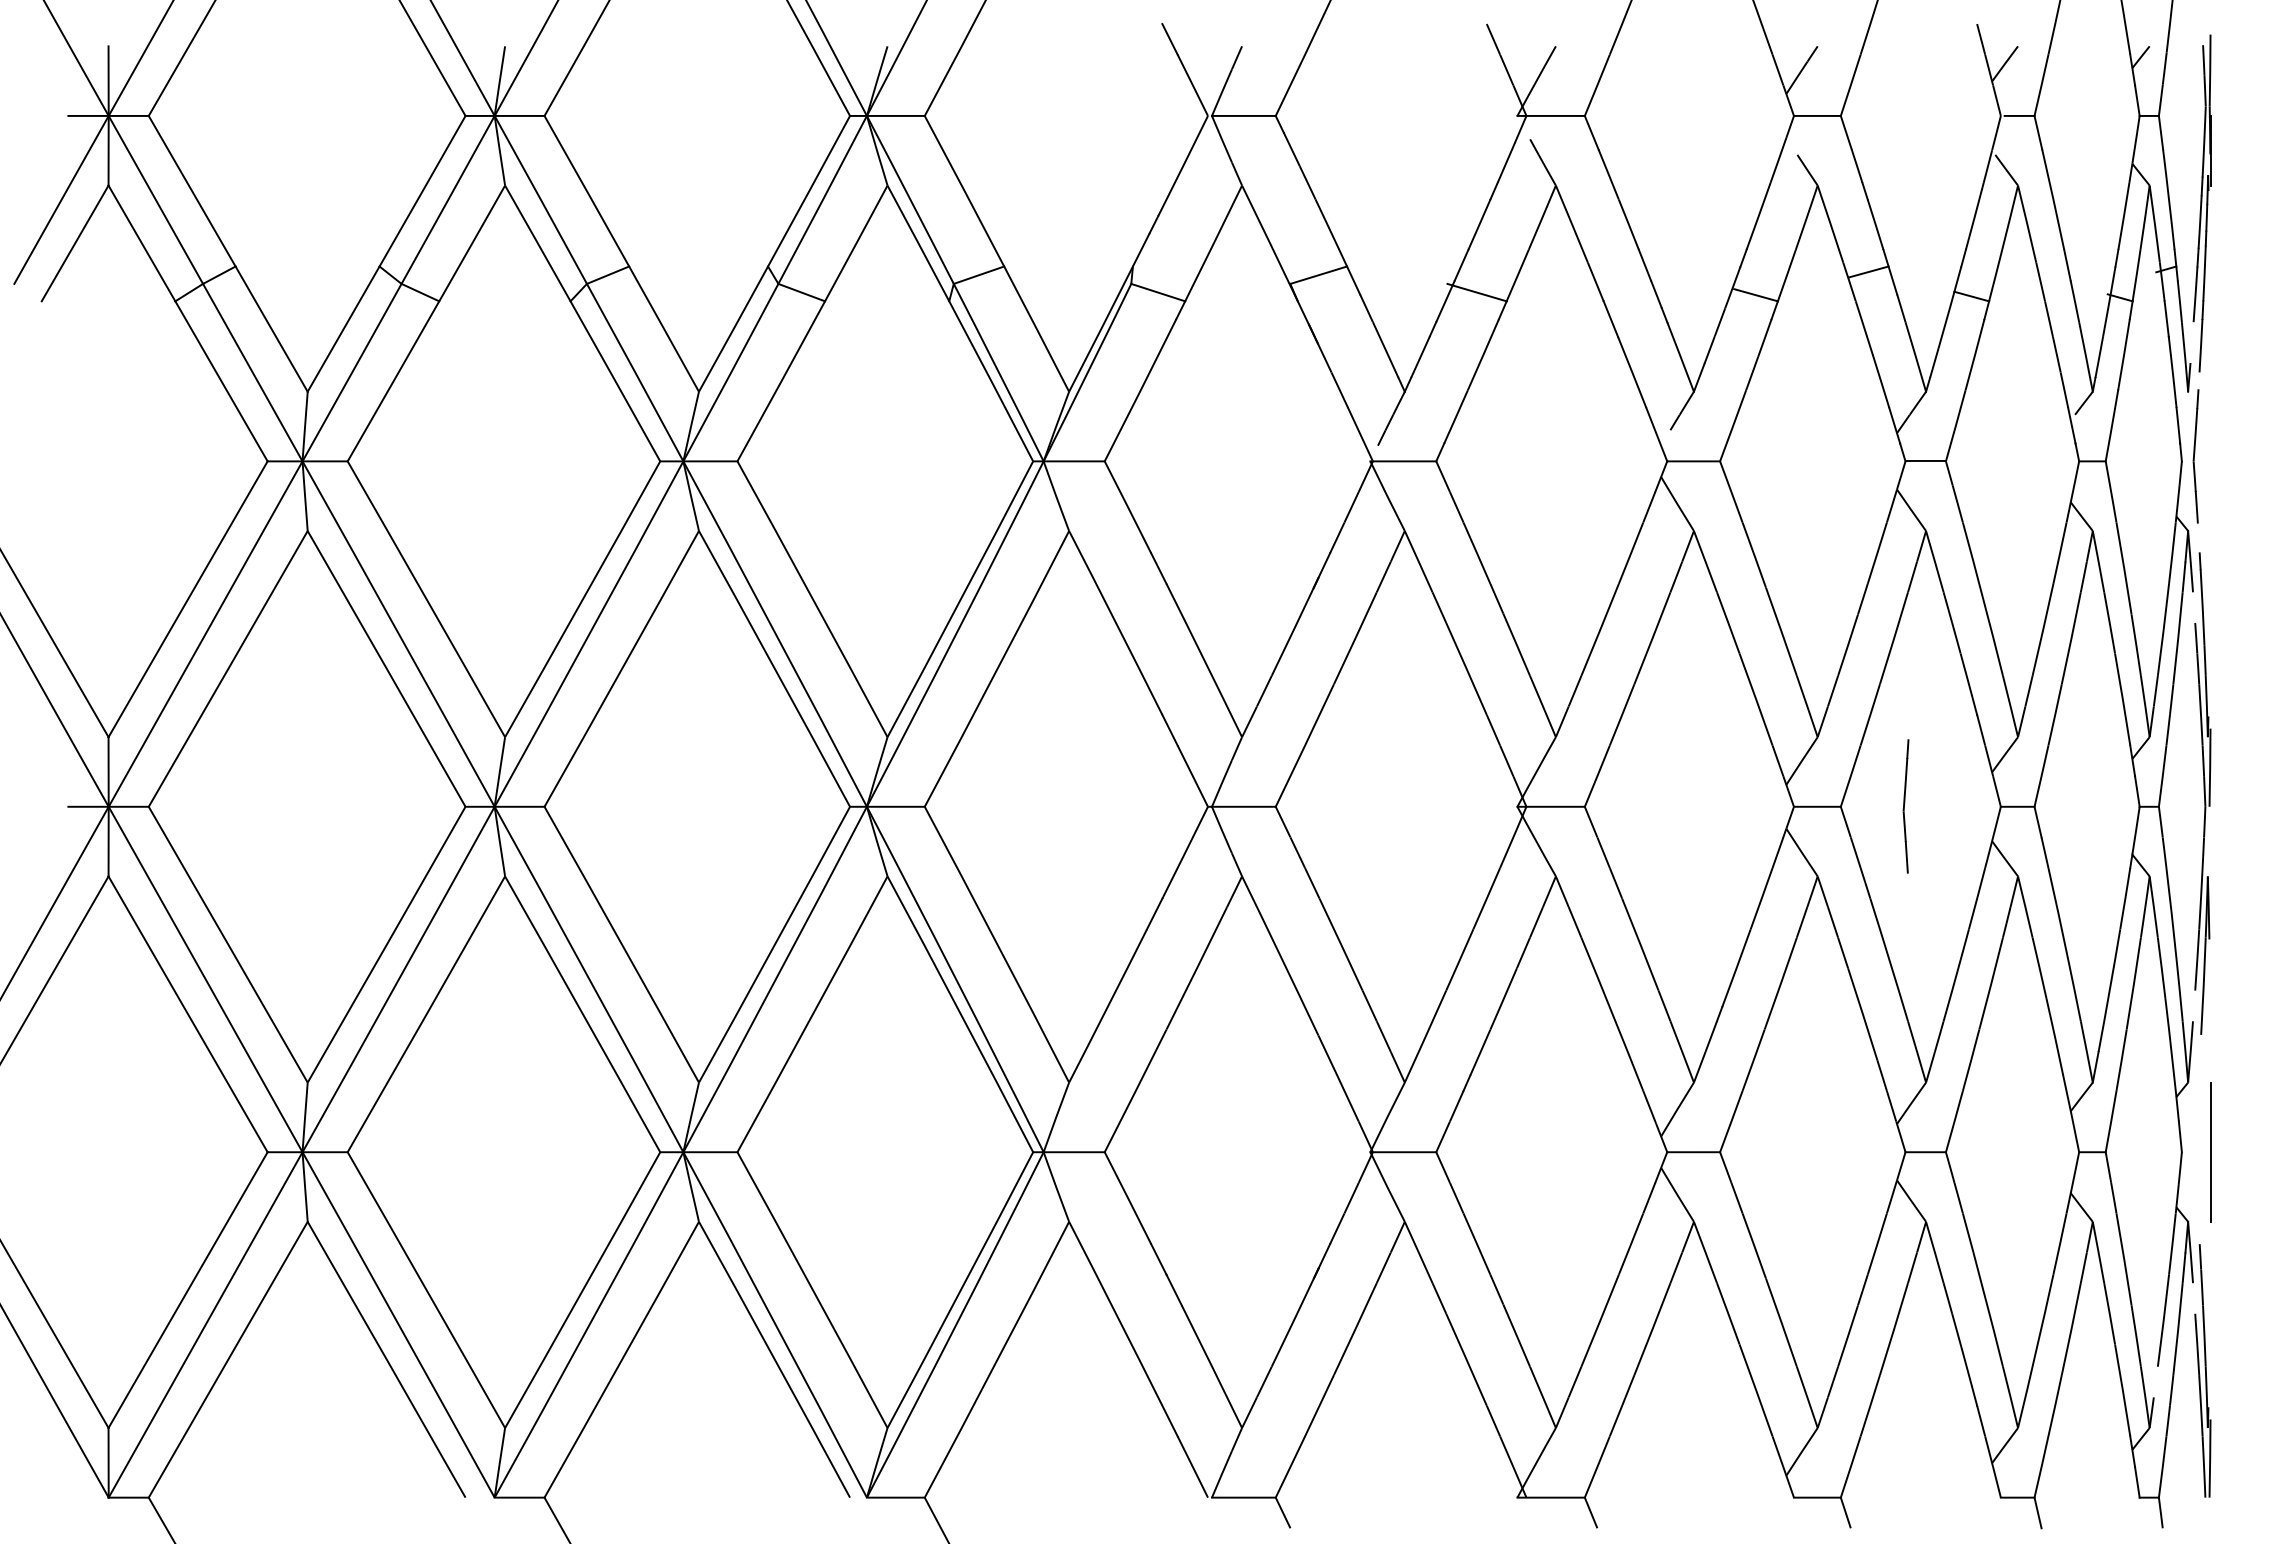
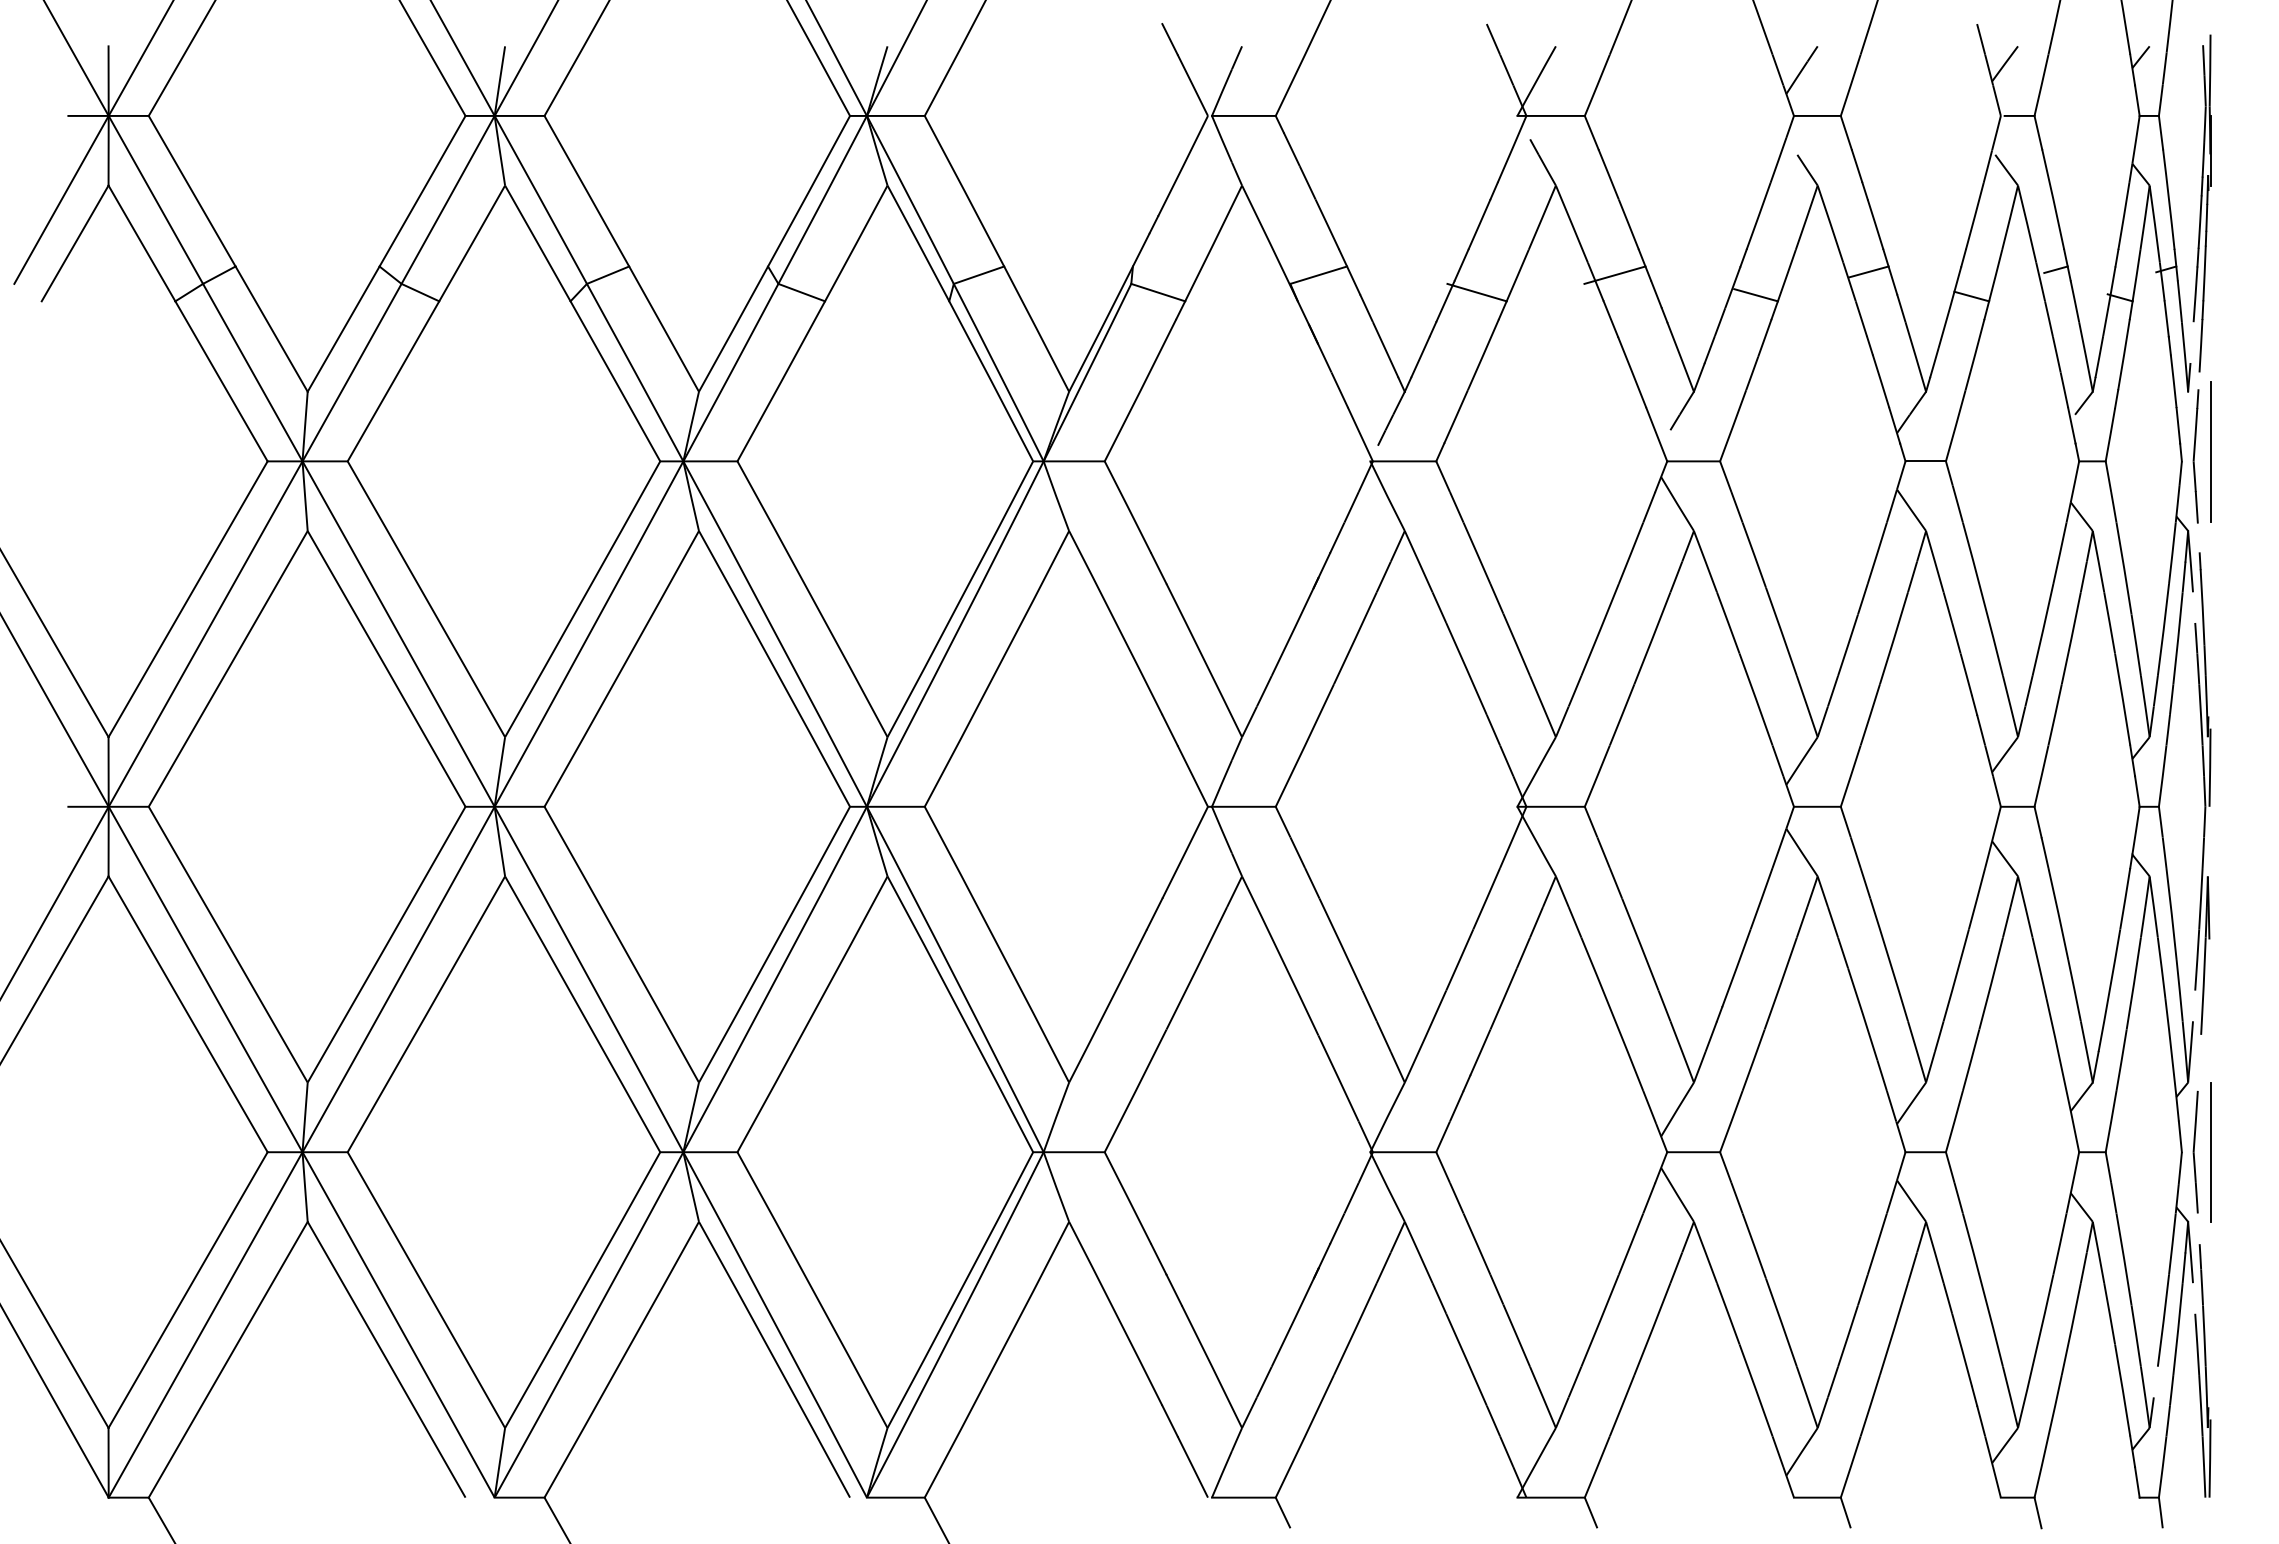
line at (2055, 269): none -> present
line at (1614, 274): none -> present
line at (2210, 451): none -> present
part at (1905, 806): present -> none
part at (2195, 1151): none -> present
